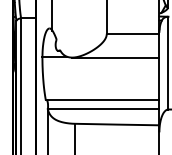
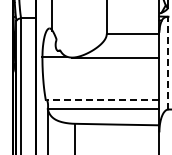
line at (168, 62): solid -> dashed
line at (102, 100): solid -> dashed
